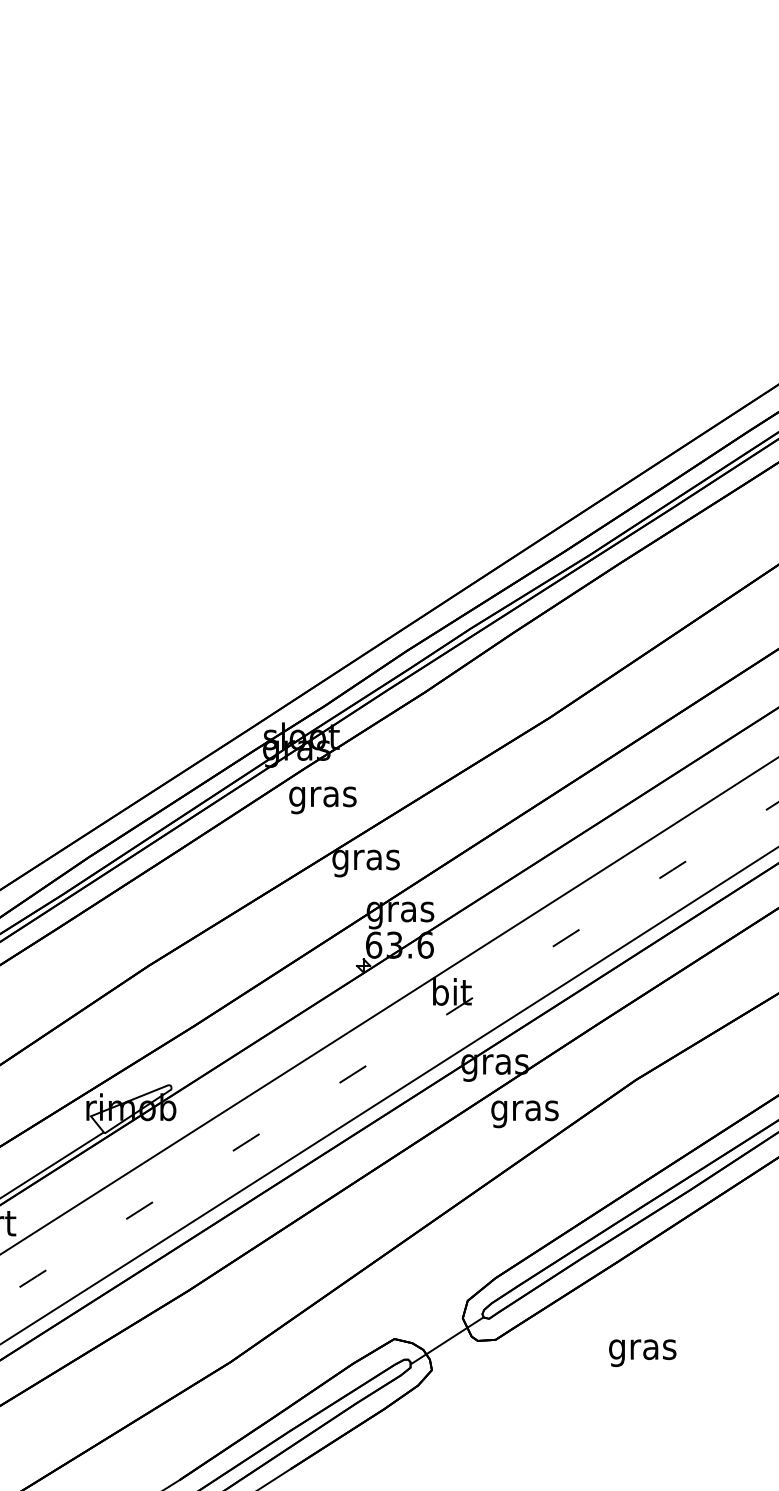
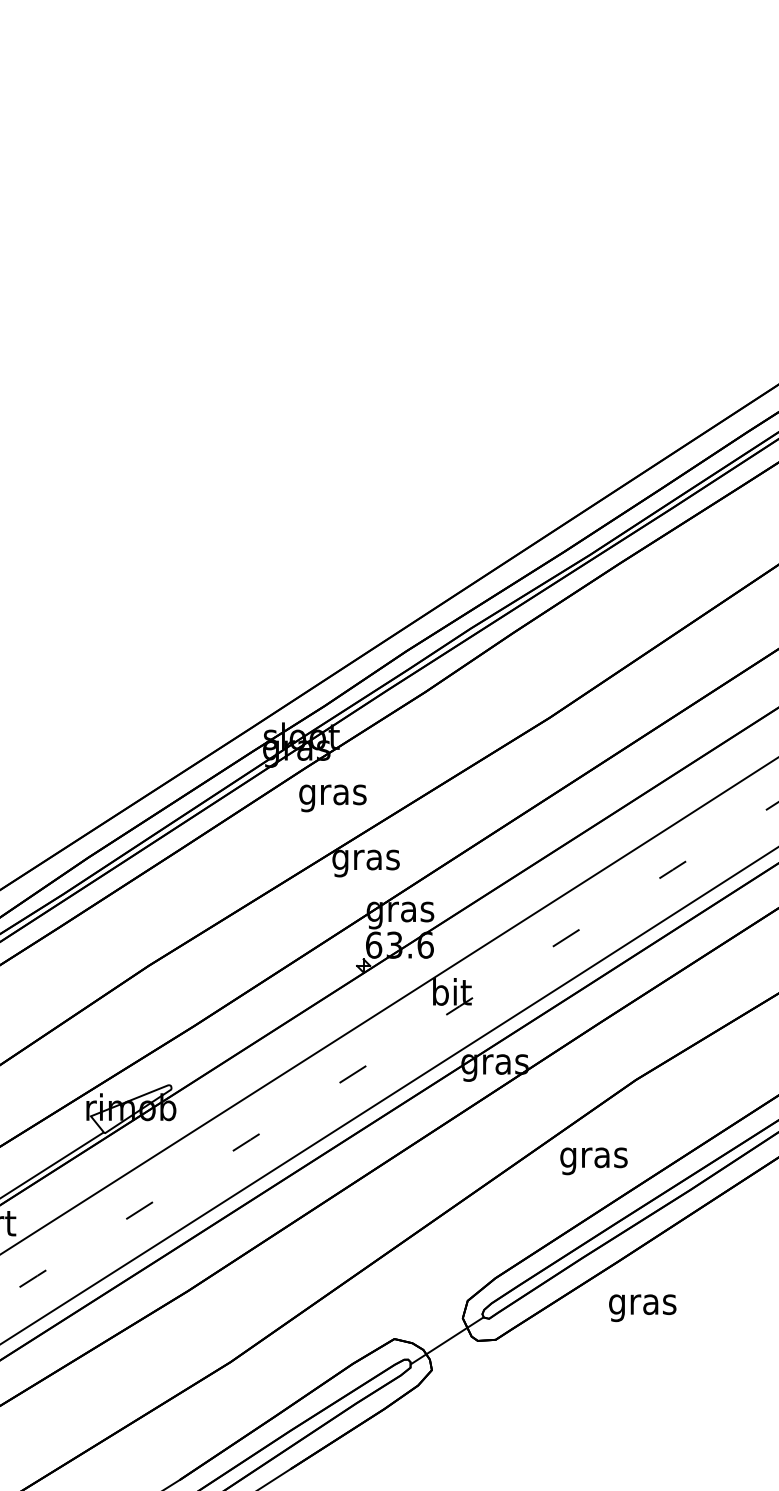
text at (322, 800) position: (322, 800) -> (332, 798)
text at (524, 1114) position: (524, 1114) -> (593, 1161)
text at (642, 1353) position: (642, 1353) -> (642, 1308)
